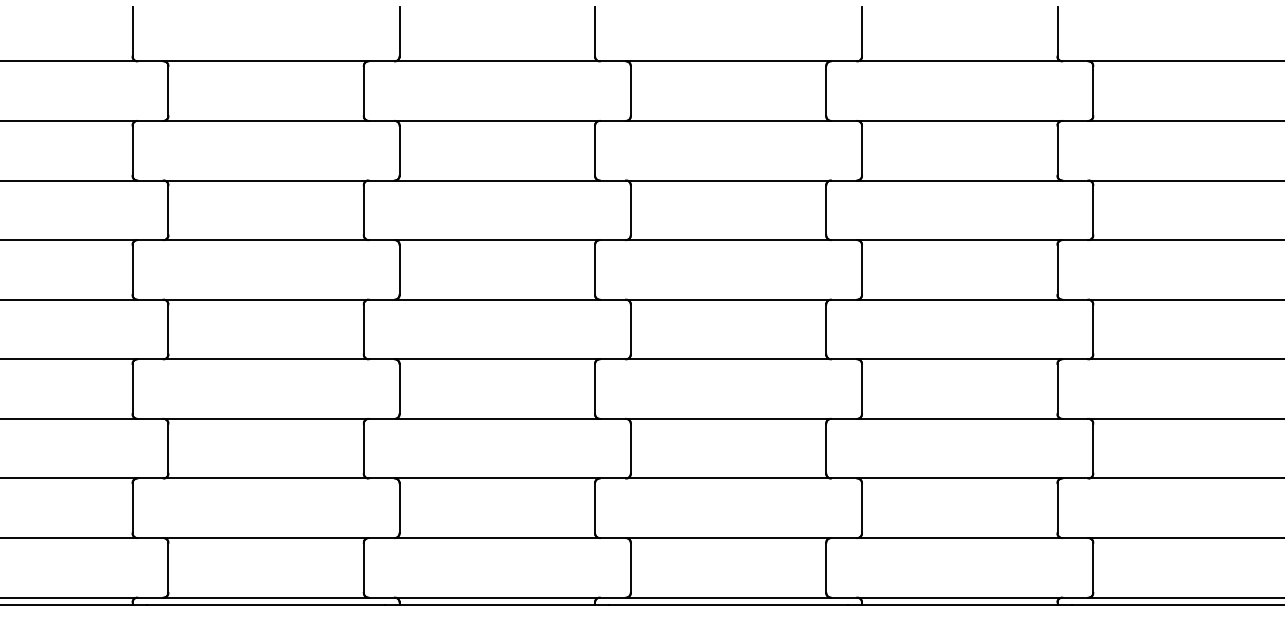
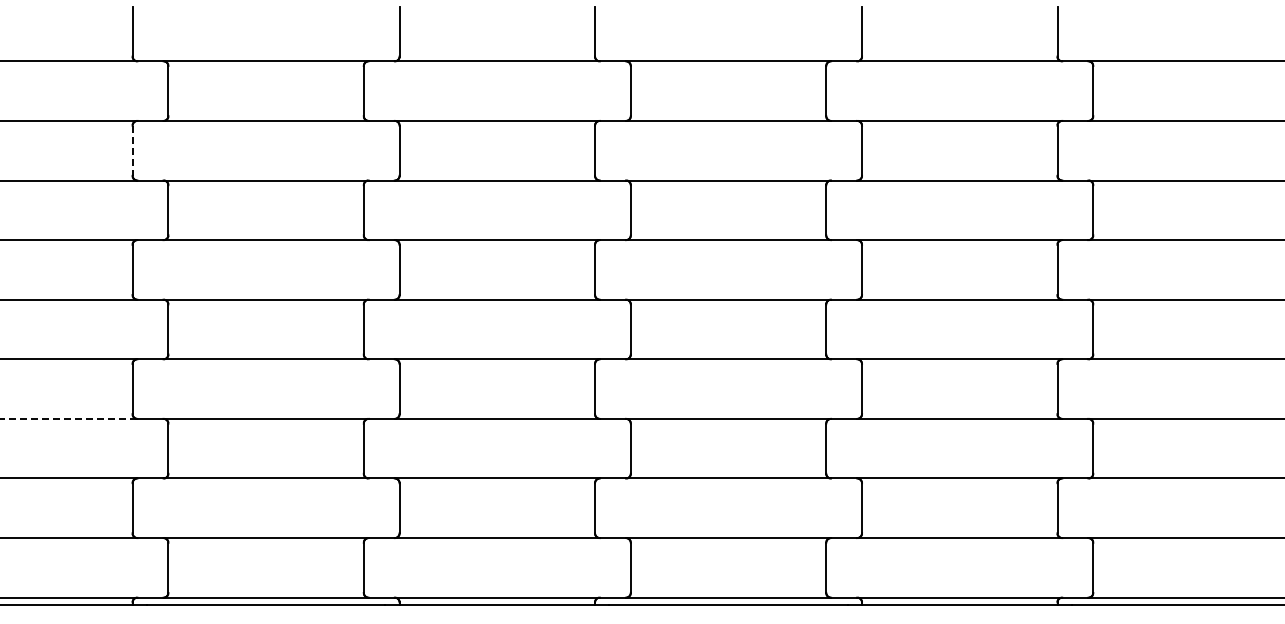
line at (132, 151): solid -> dashed
line at (68, 418): solid -> dashed
